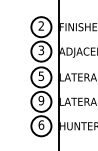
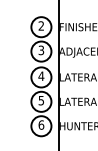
text at (41, 76): 5 -> 4
text at (41, 100): 9 -> 5
